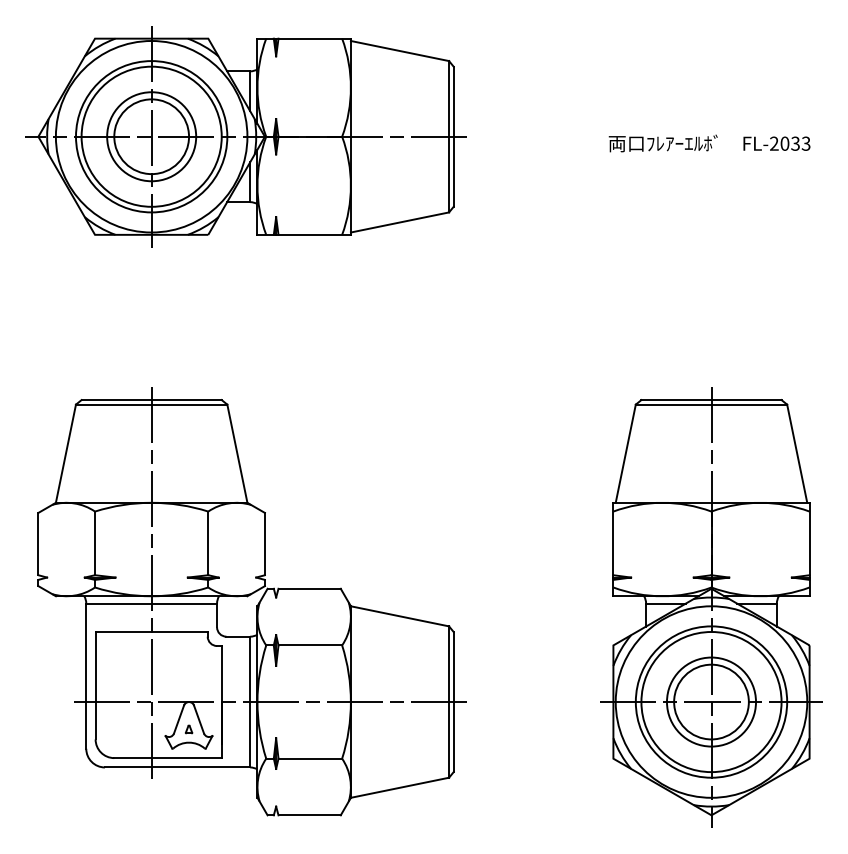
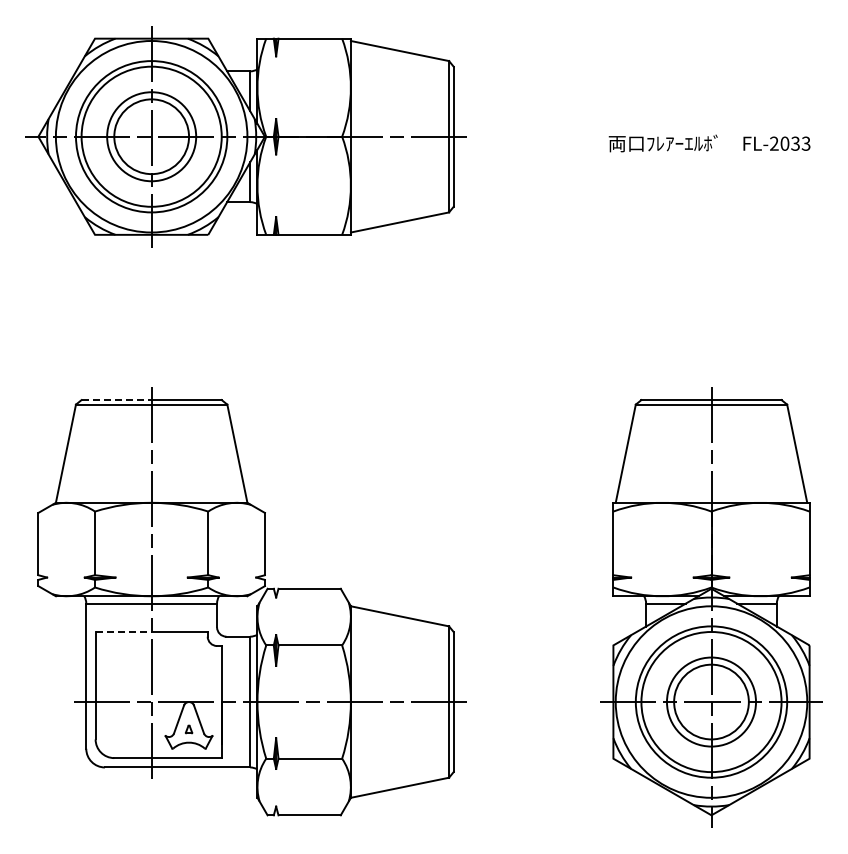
line at (117, 400): solid -> dashed
line at (124, 631): solid -> dashed
